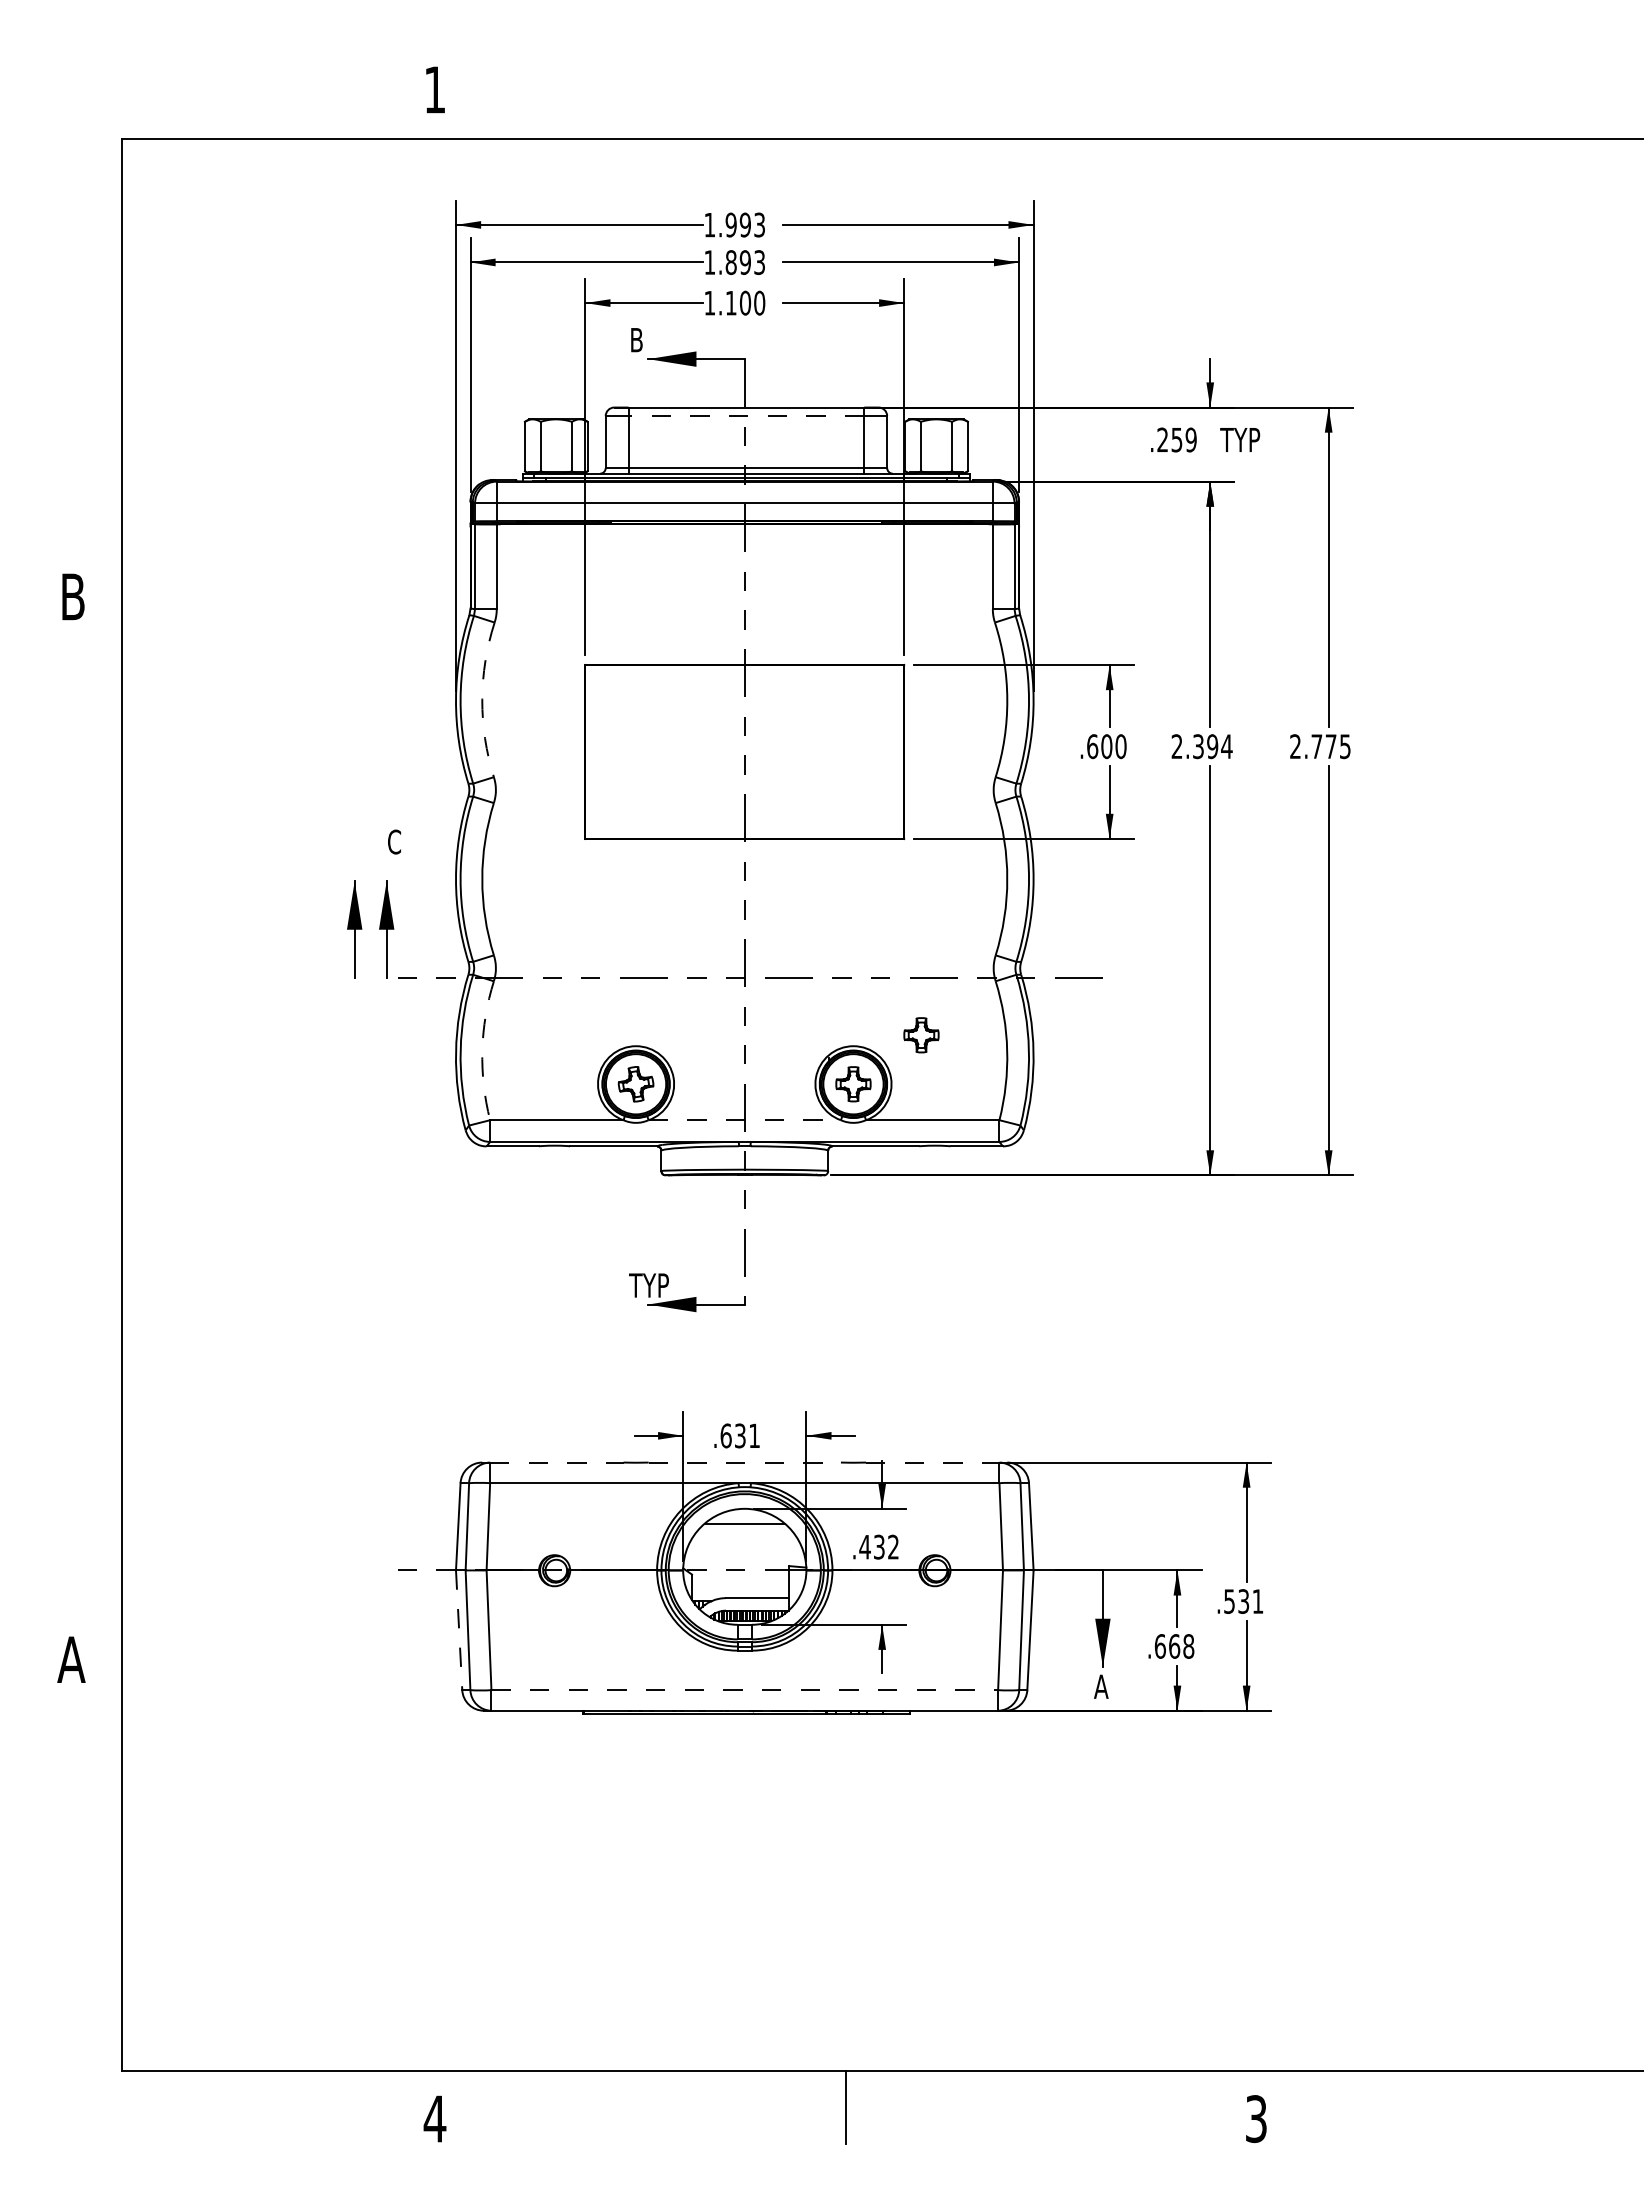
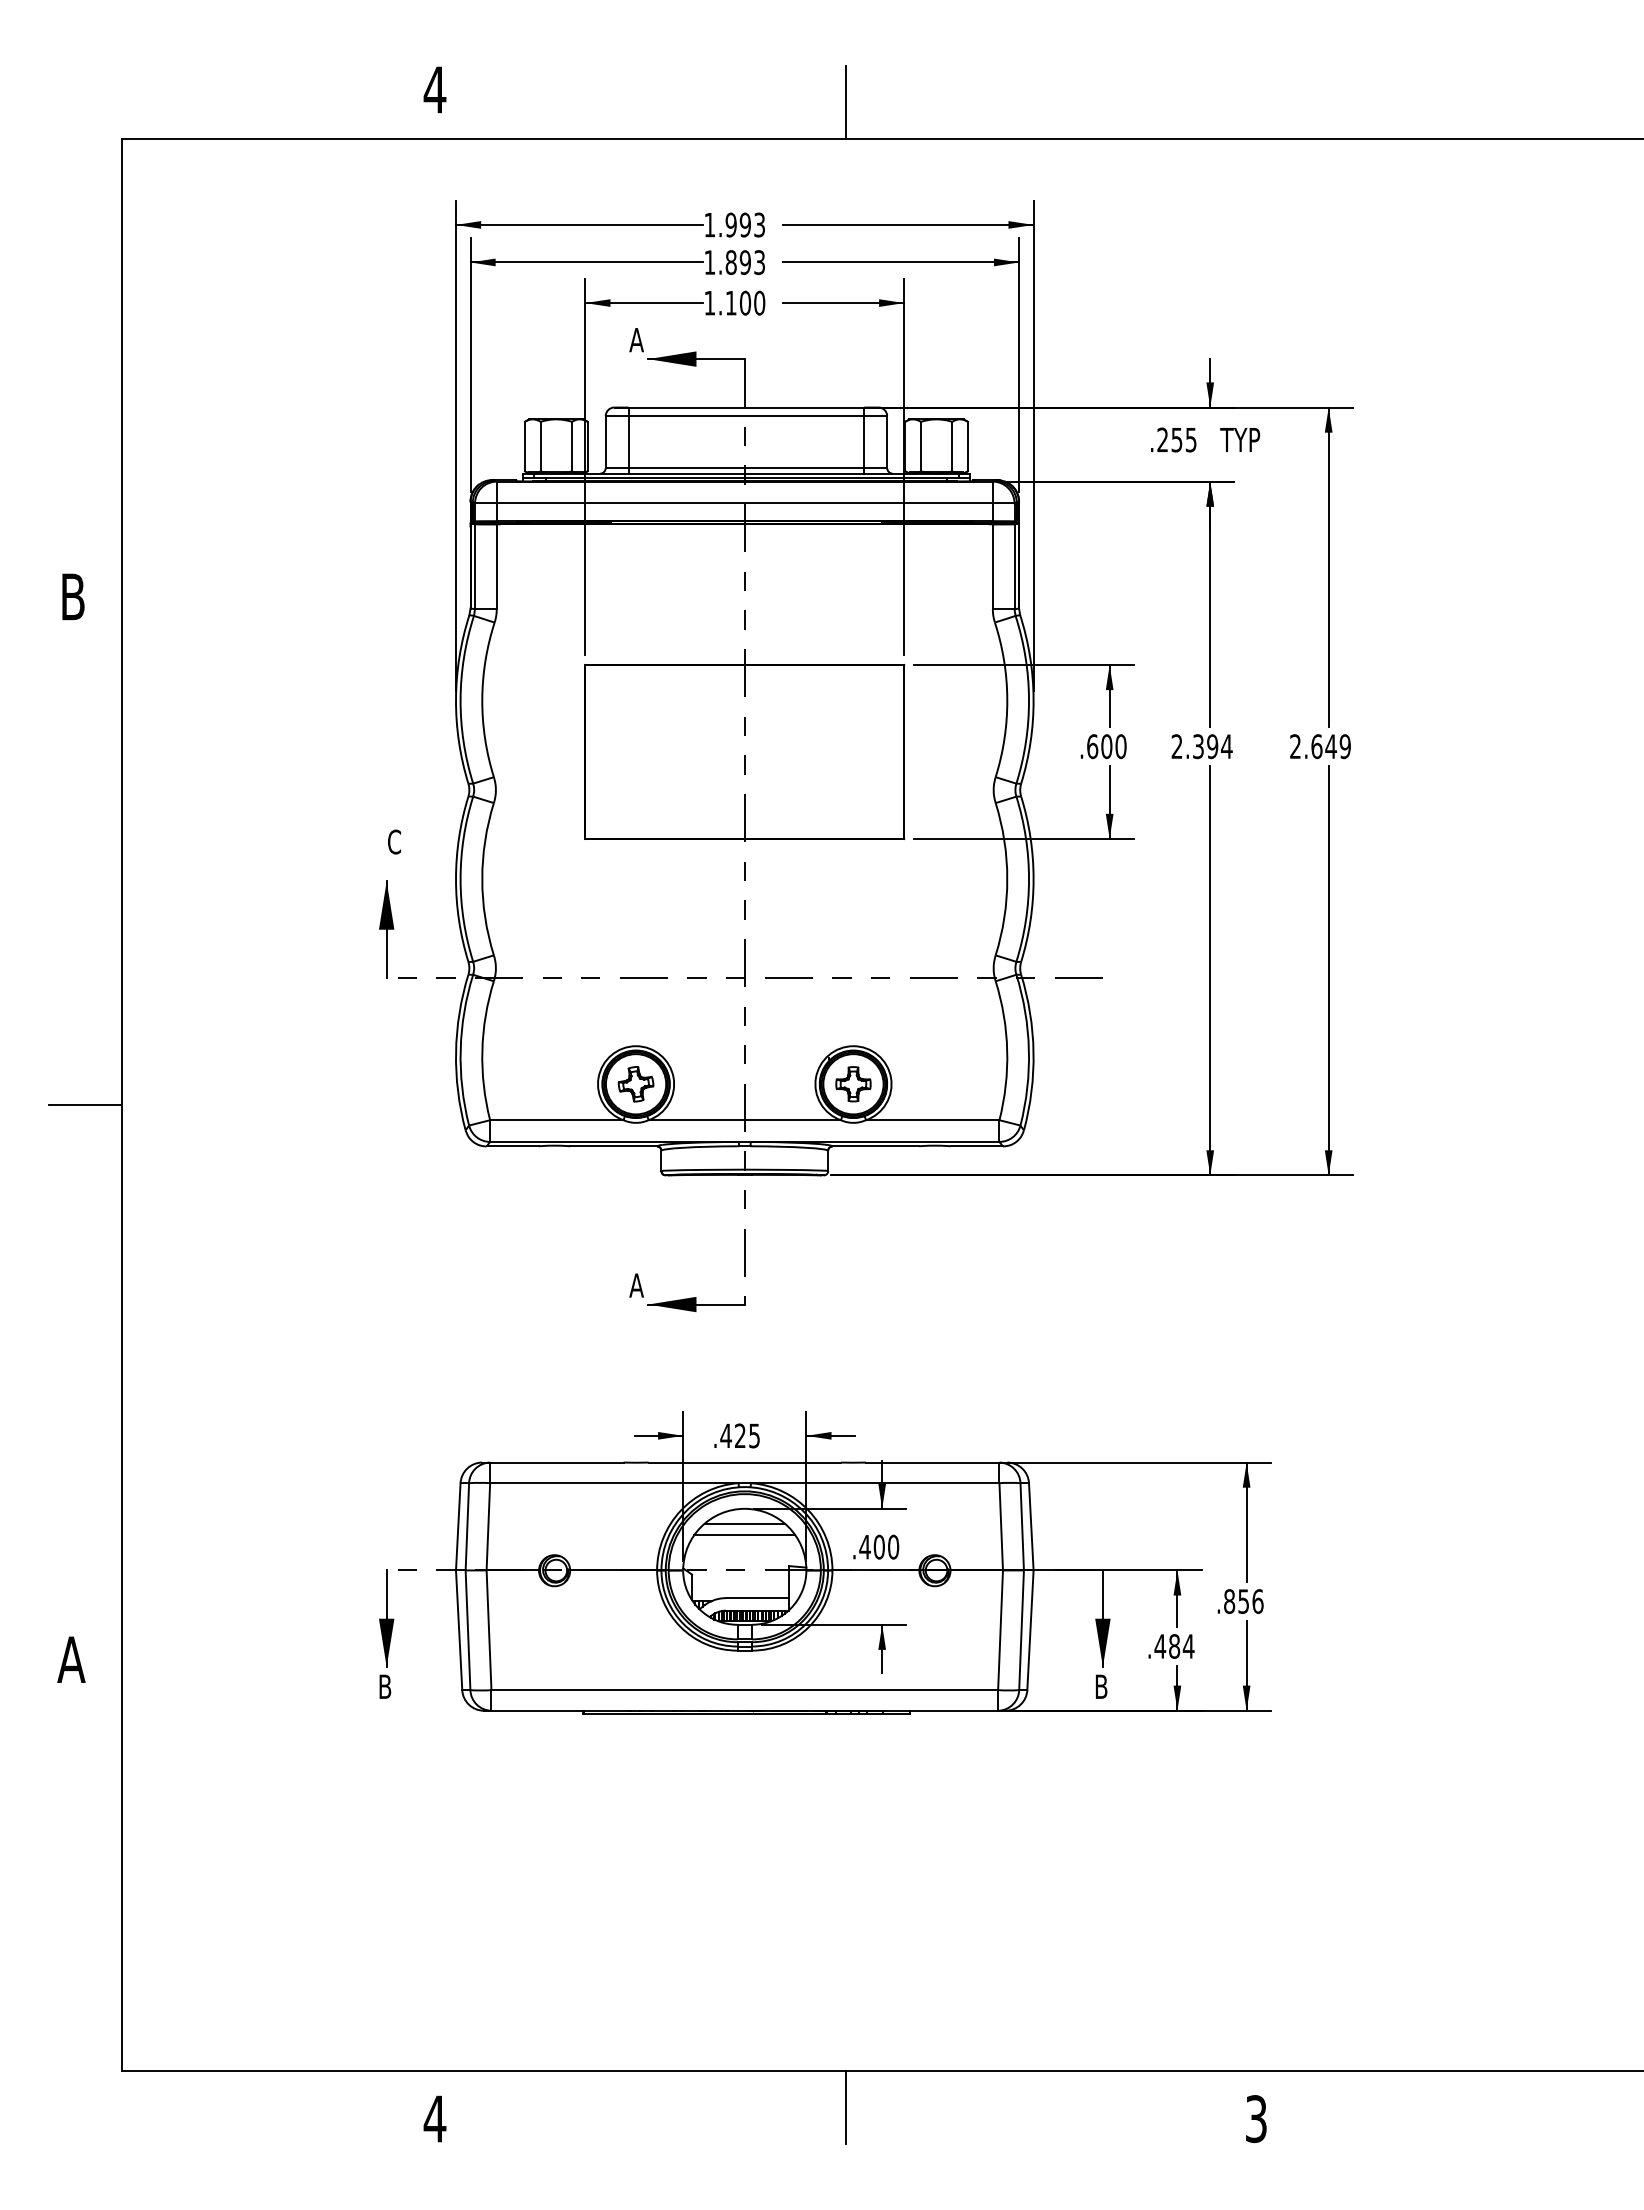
text at (434, 89): 1 -> 4
line at (846, 102): none -> present
text at (636, 340): B -> A
line at (746, 416): dashed -> solid
text at (1190, 439): .259 -> .255
arc at (482, 699): dashed -> solid
text at (1330, 746): 2.775 -> 2.649
part at (354, 929): present -> none
part at (921, 1035): present -> none
arc at (482, 1050): dashed -> solid
line at (85, 1105): none -> present
line at (745, 1120): dashed -> solid
text at (648, 1285): TYP -> A
text at (739, 1435): .631 -> .425
line at (556, 1462): dashed -> solid
line at (745, 1462): dashed -> solid
line at (932, 1462): dashed -> solid
line at (744, 1535): none -> present
text at (886, 1546): .432 -> .400
text at (1243, 1601): .531 -> .856
line at (459, 1630): dashed -> solid
part at (386, 1633): none -> present
text at (1174, 1646): .668 -> .484
text at (1101, 1686): A -> B
line at (745, 1690): dashed -> solid
